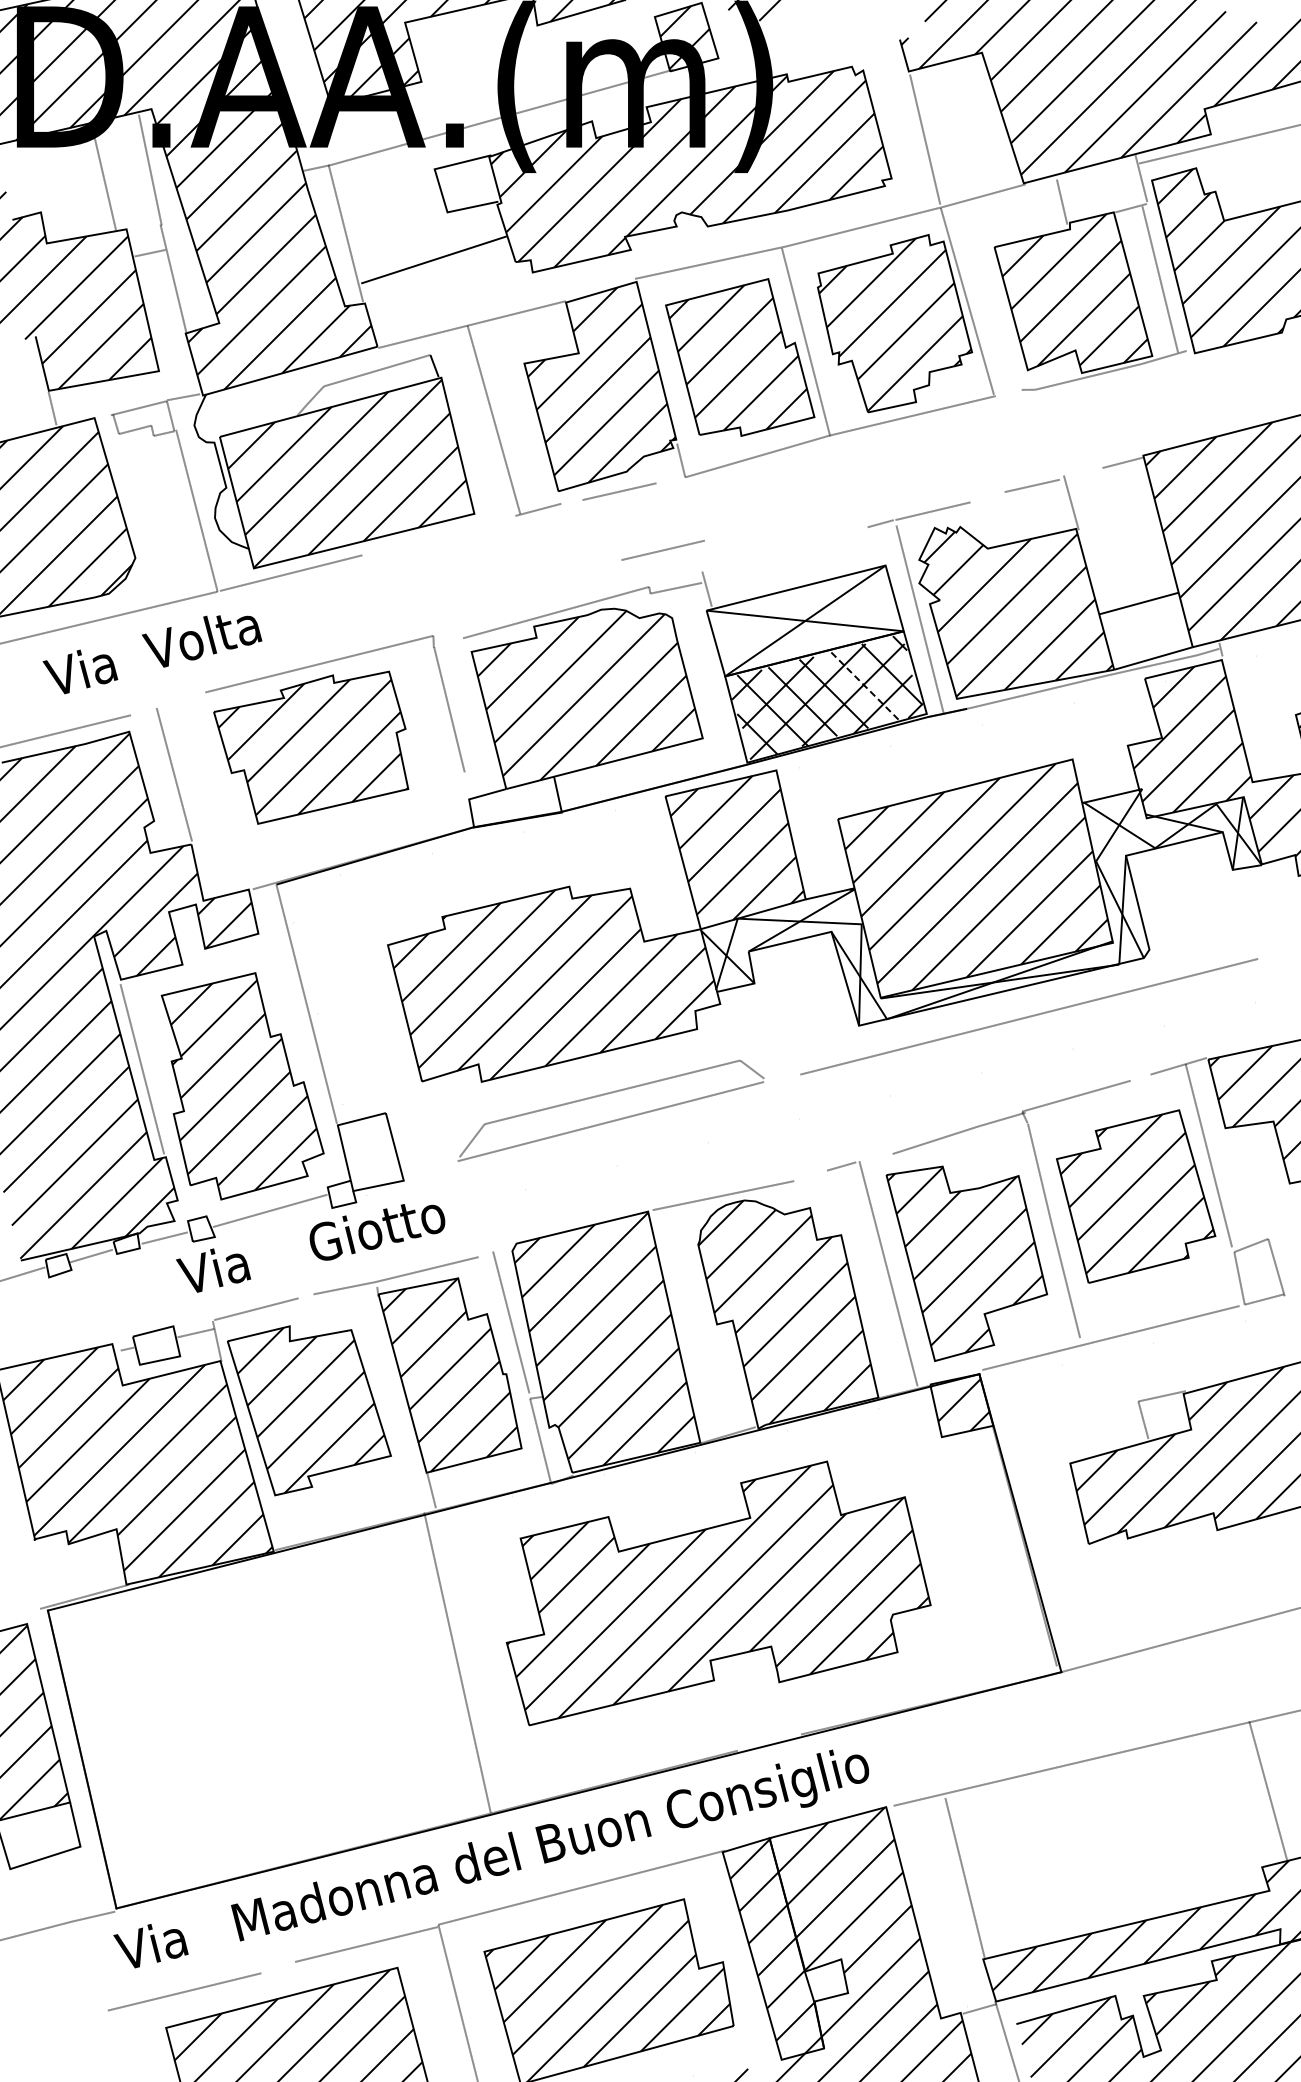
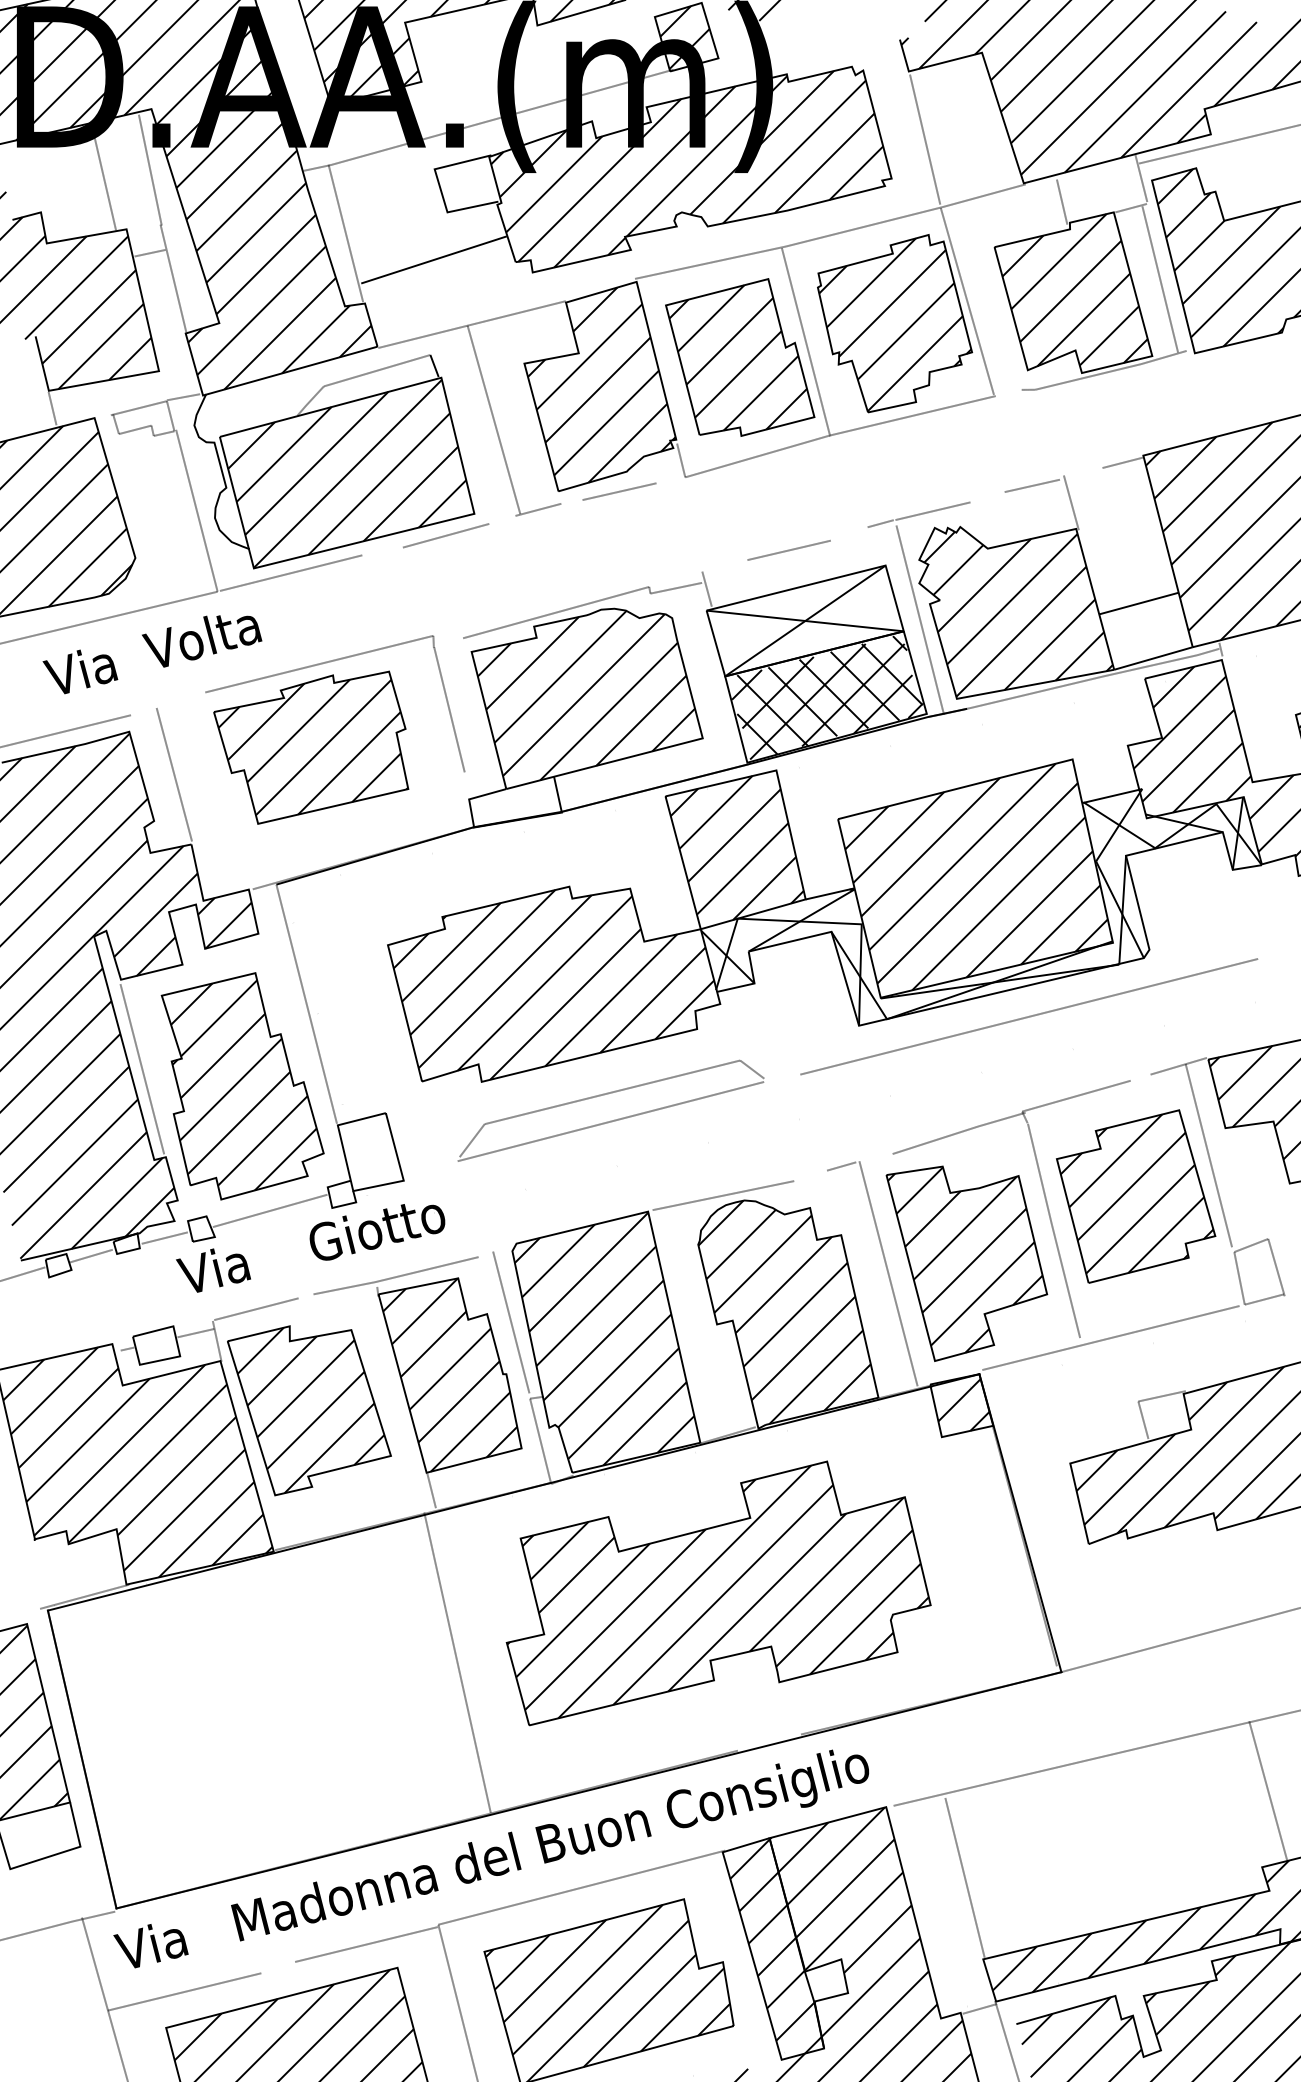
line at (446, 535): none -> present
line at (662, 550) position: (662, 550) -> (788, 550)
line at (865, 686): dashed -> solid
line at (104, 1997): none -> present
